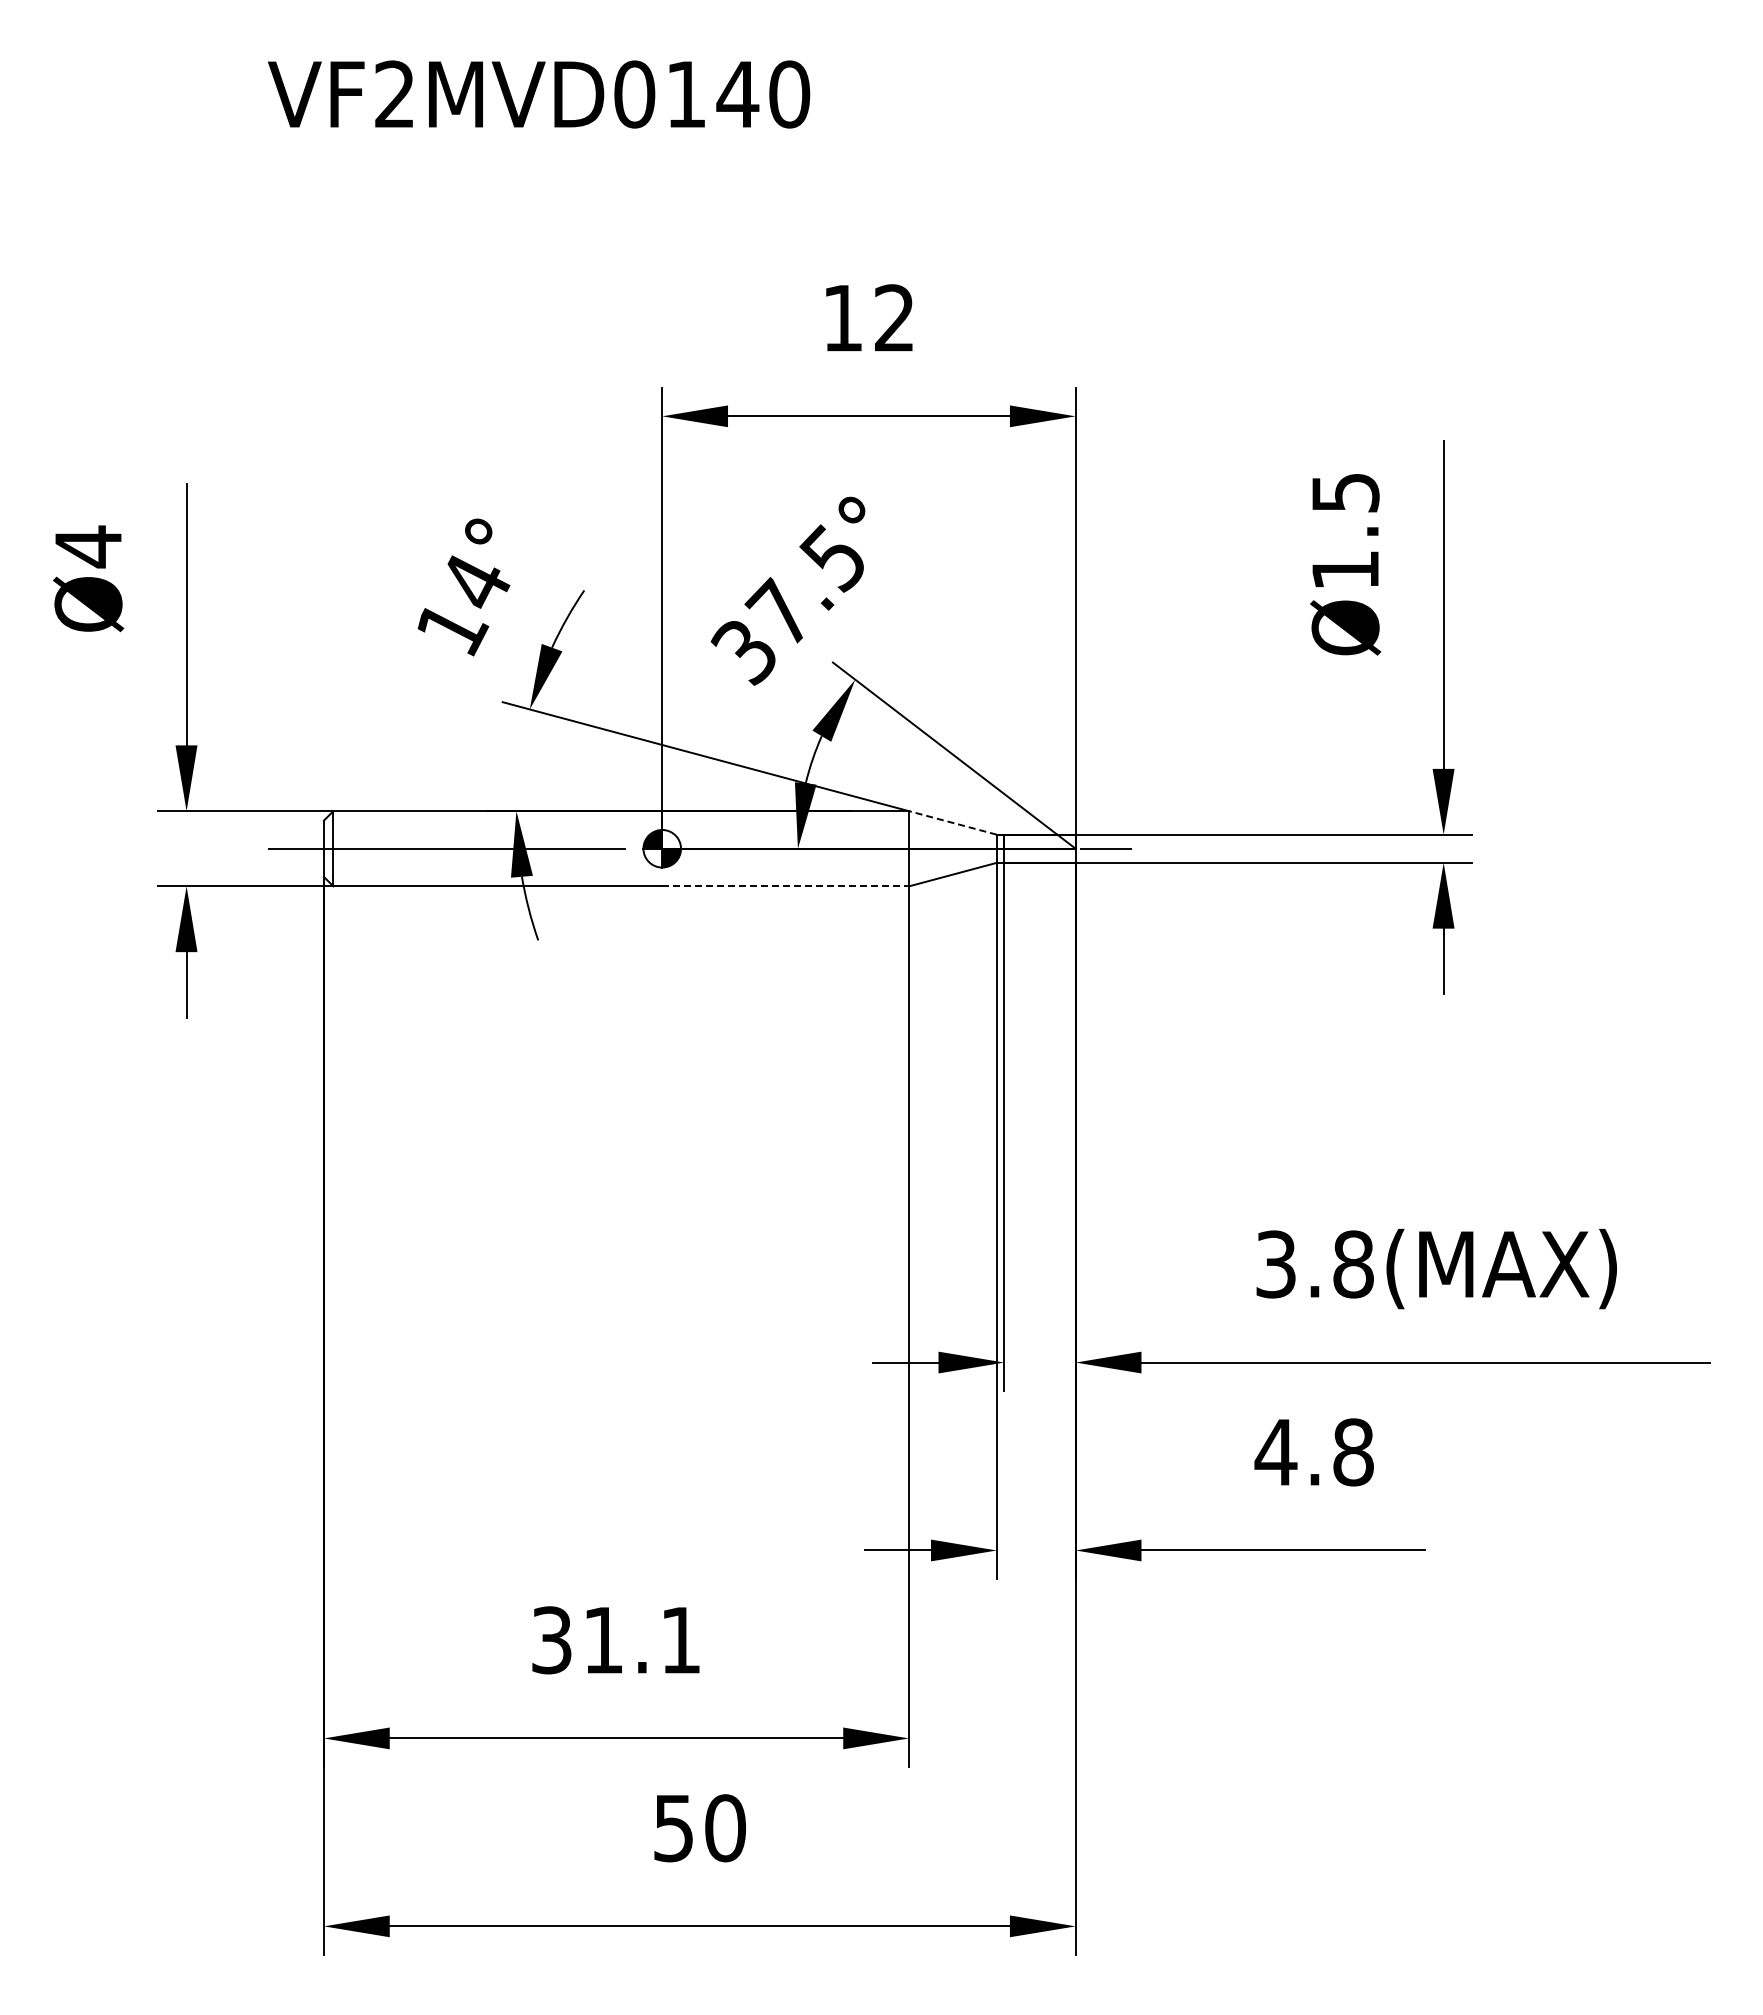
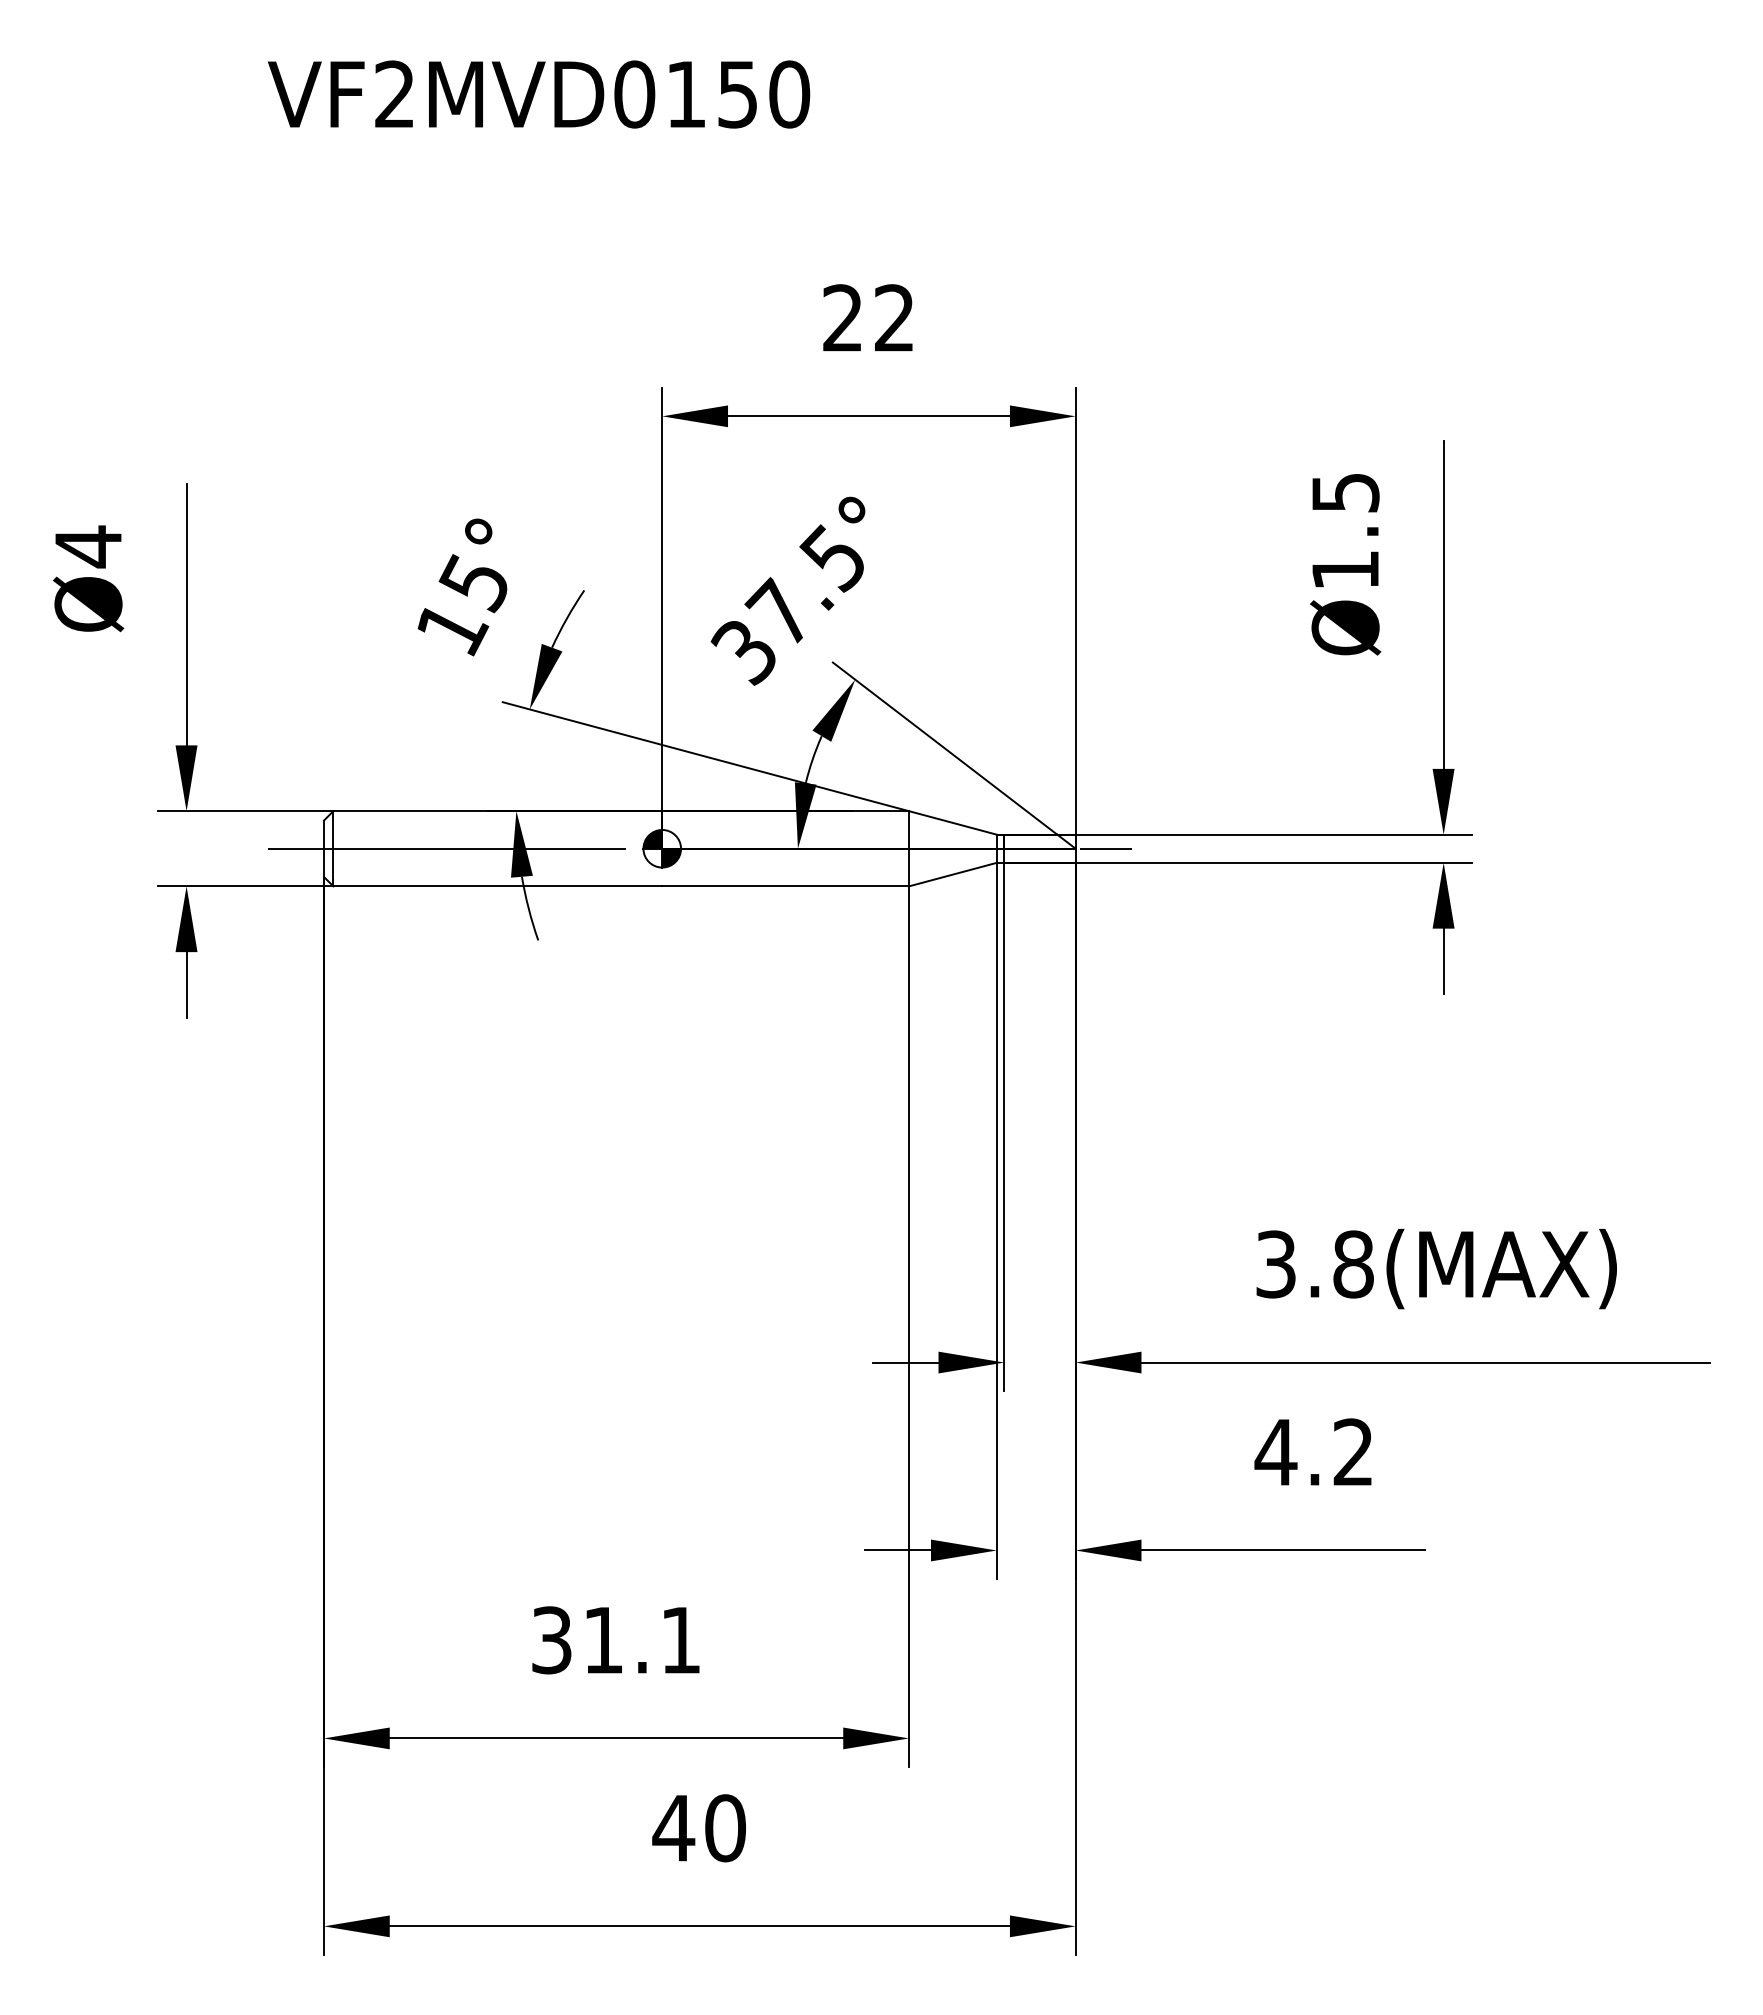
text at (737, 94): VF2MVD0140 -> VF2MVD0150
text at (842, 317): 12 -> 22
text at (474, 583): 14° -> 15°
line at (952, 822): dashed -> solid
line at (786, 886): dashed -> solid
text at (1353, 1452): 4.8 -> 4.2
text at (673, 1828): 50 -> 40
